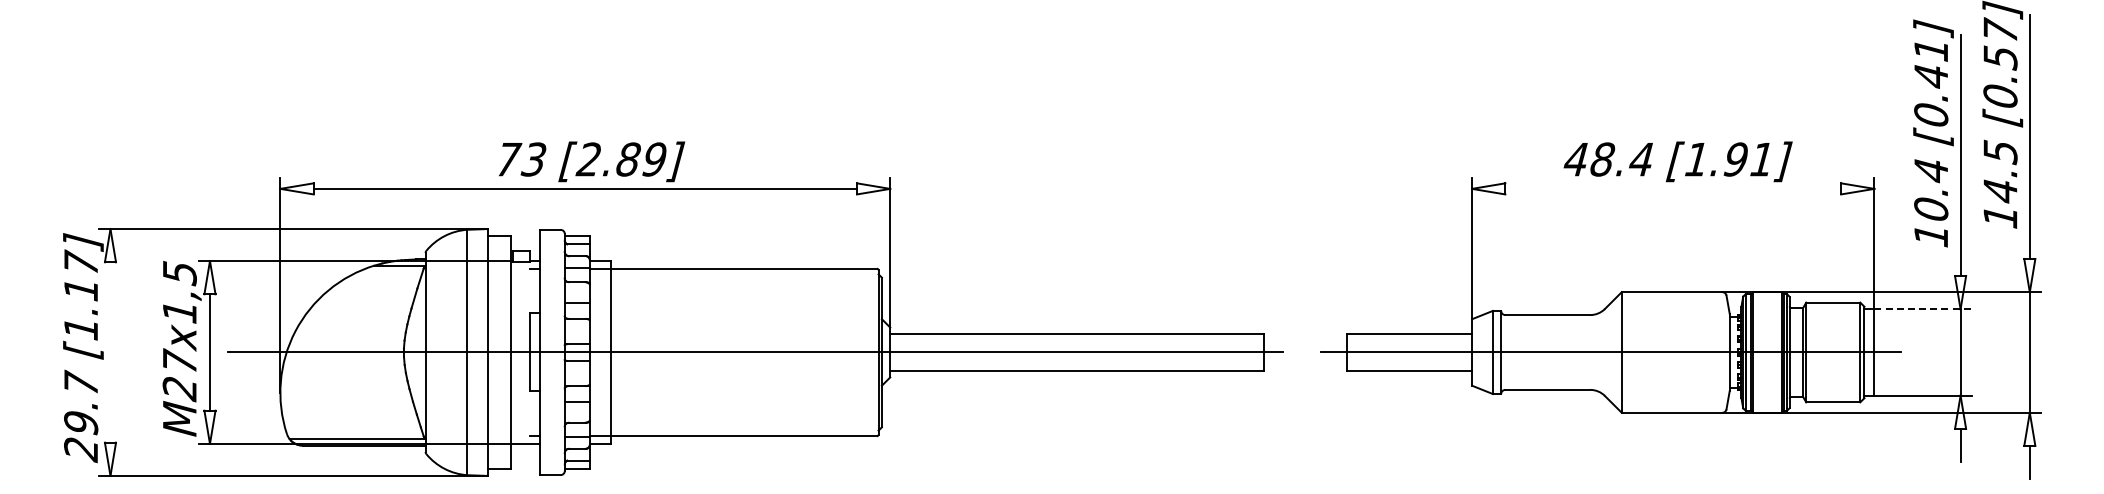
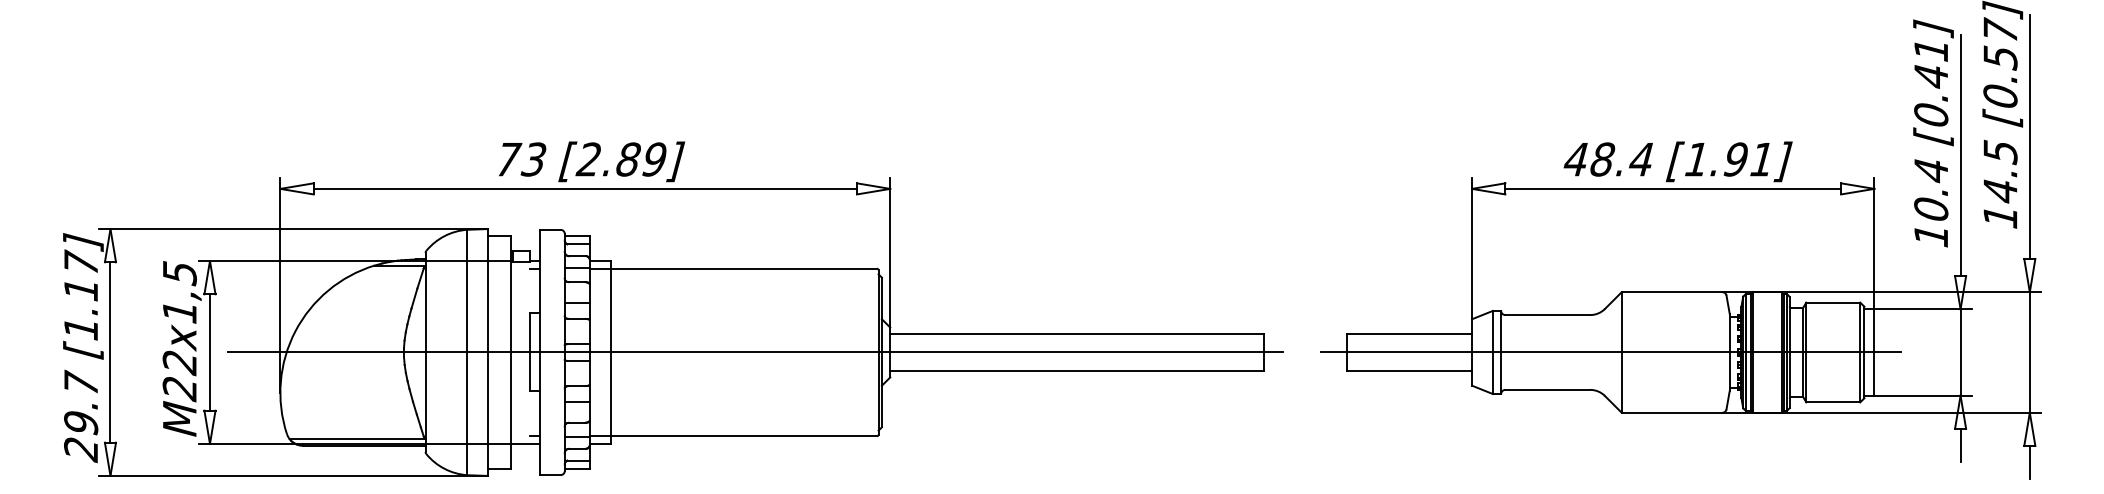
line at (1673, 188): none -> present
line at (1923, 309): dashed -> solid
line at (110, 352): none -> present
text at (179, 362): M27x1,5 -> M22x1,5
